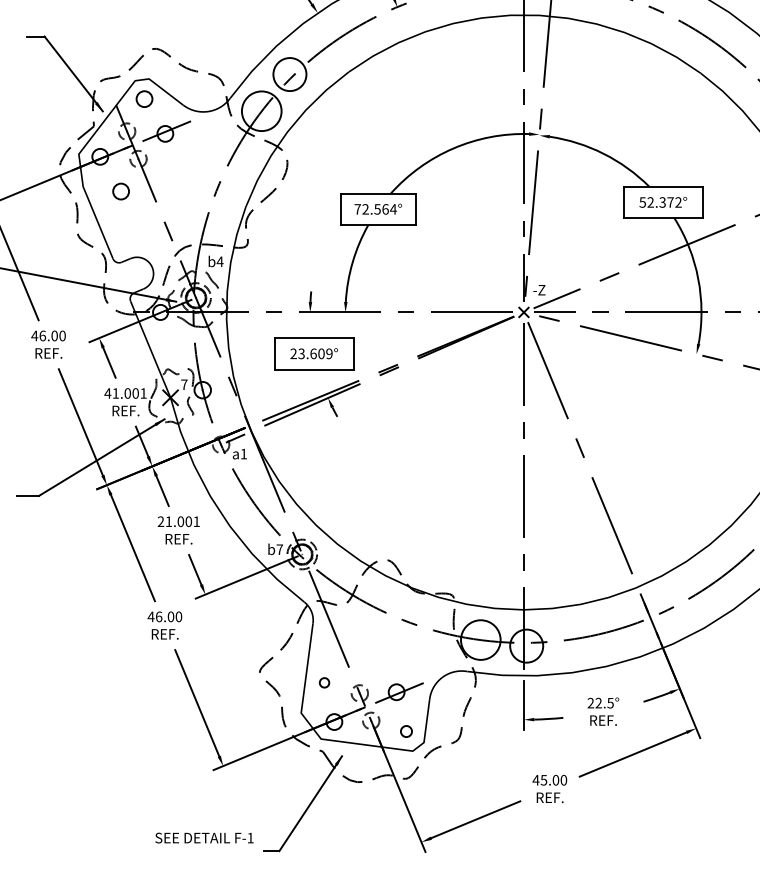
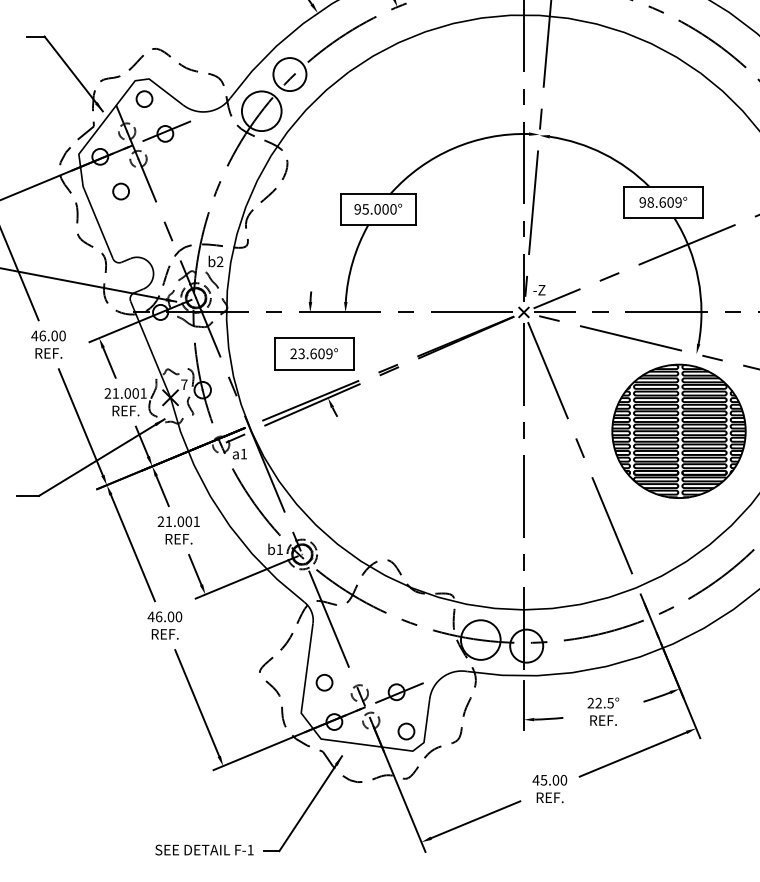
text at (660, 202): 52.372° -> 98.609°
text at (375, 209): 72.564° -> 95.000°
text at (219, 261): b4 -> b2
text at (107, 393): 41.001 -> 21.001
part at (678, 430): none -> present
text at (279, 549): b7 -> b1
circle at (324, 682) size: 13x12 px -> 19x18 px
circle at (406, 731) size: 13x13 px -> 19x19 px
text at (204, 837) position: (204, 837) -> (204, 849)
